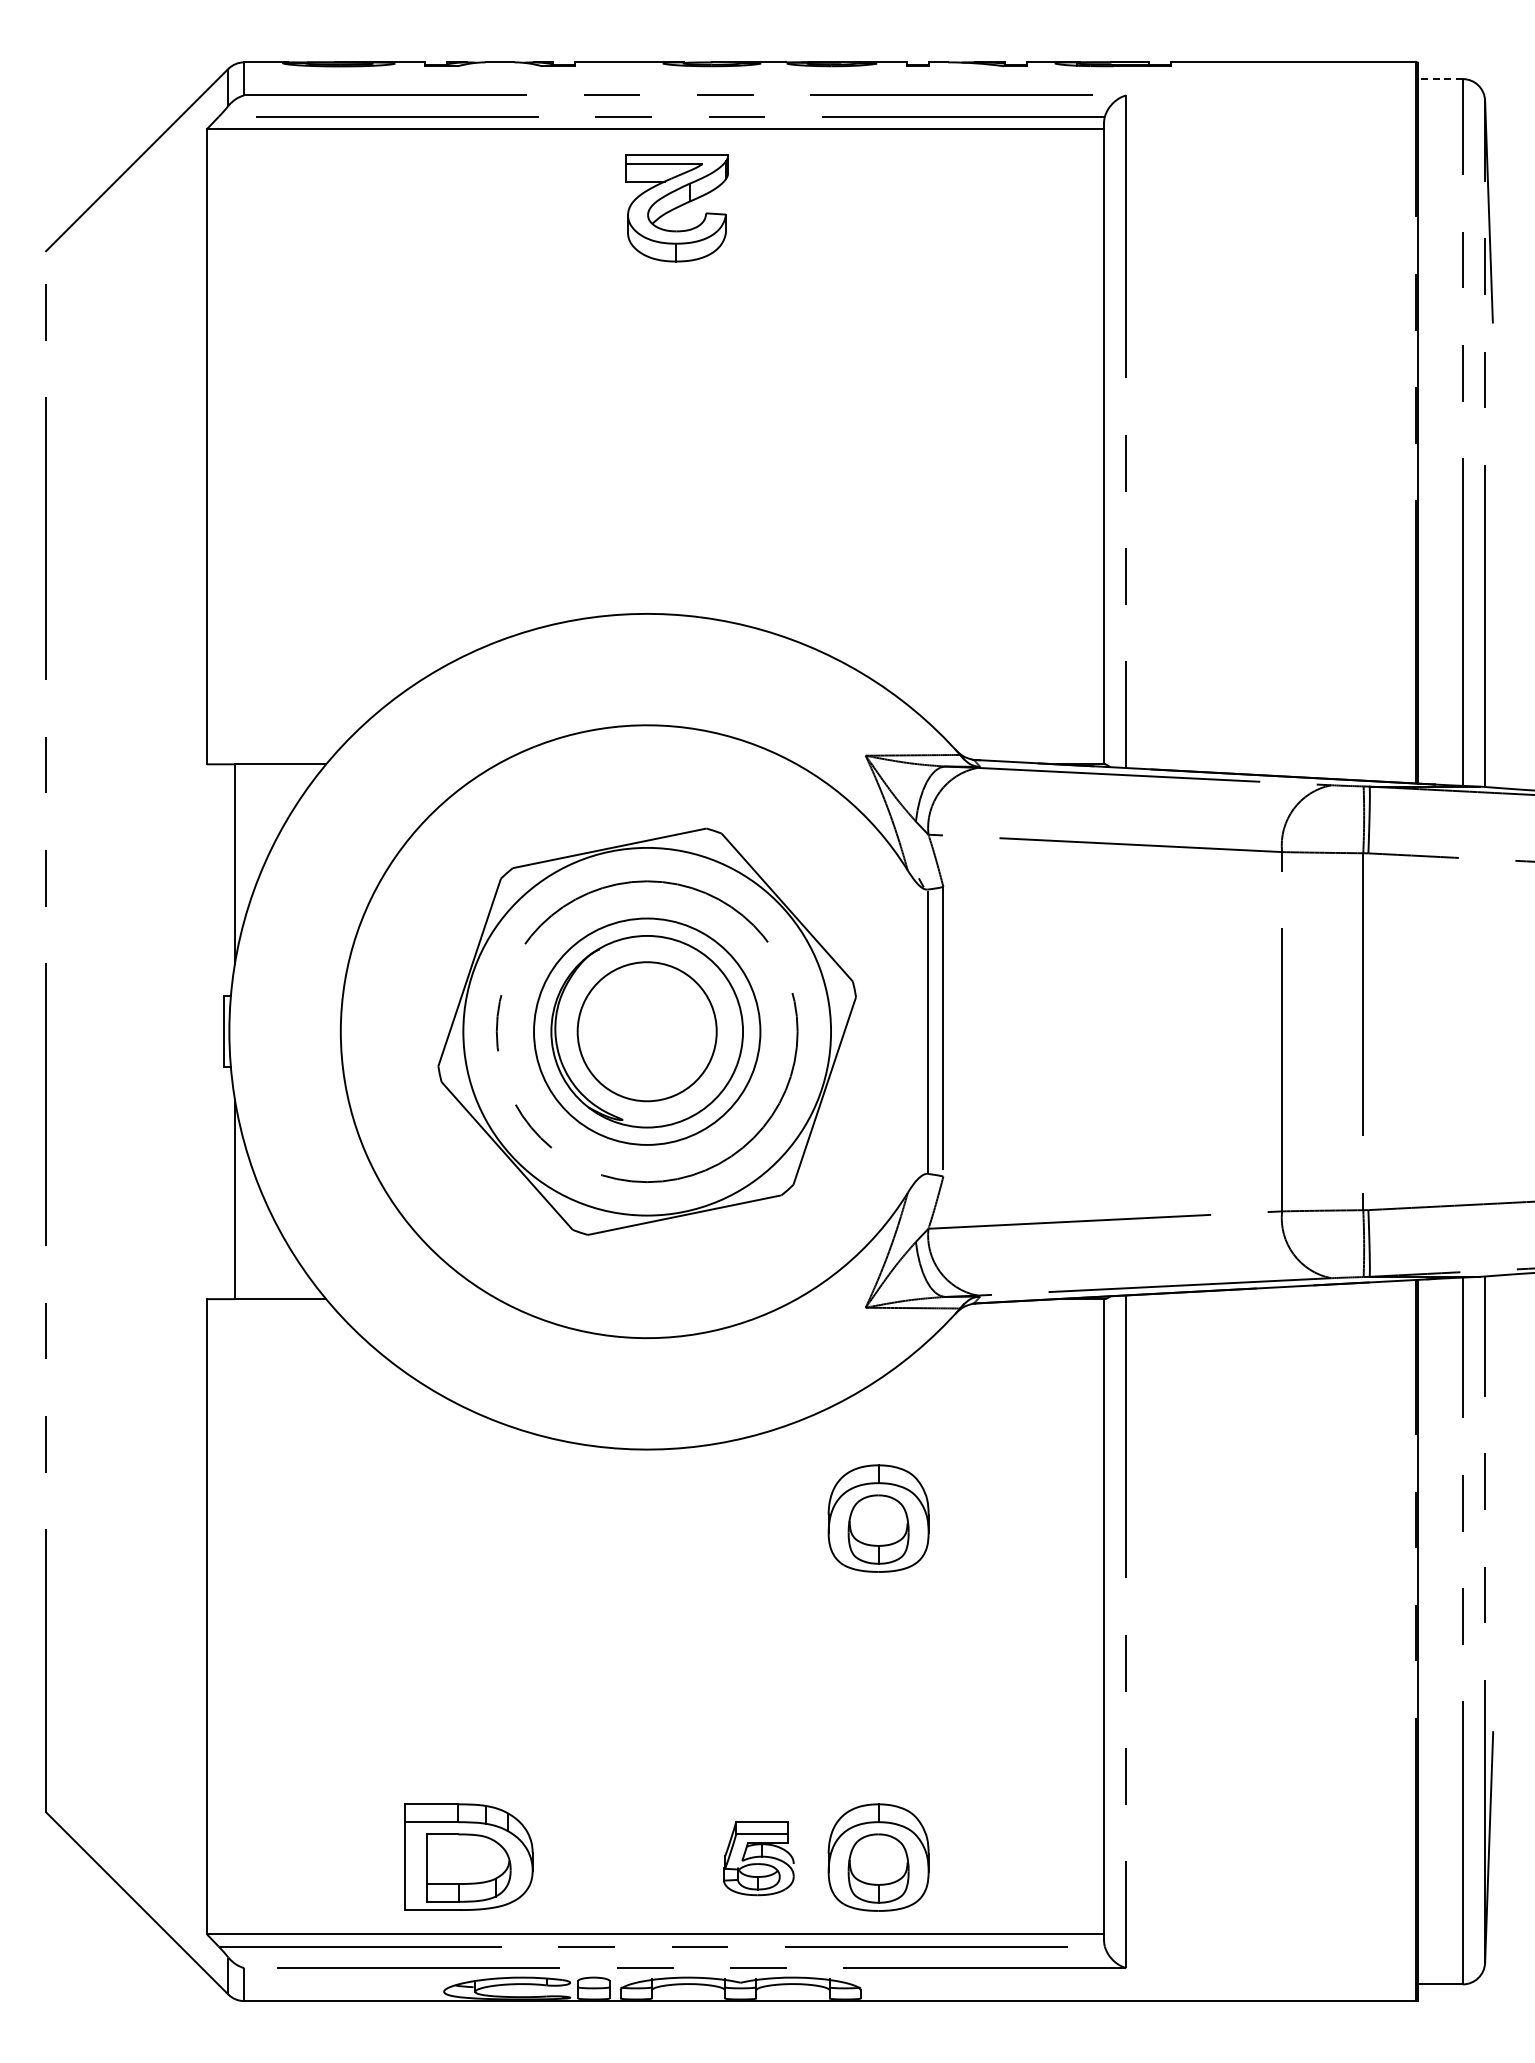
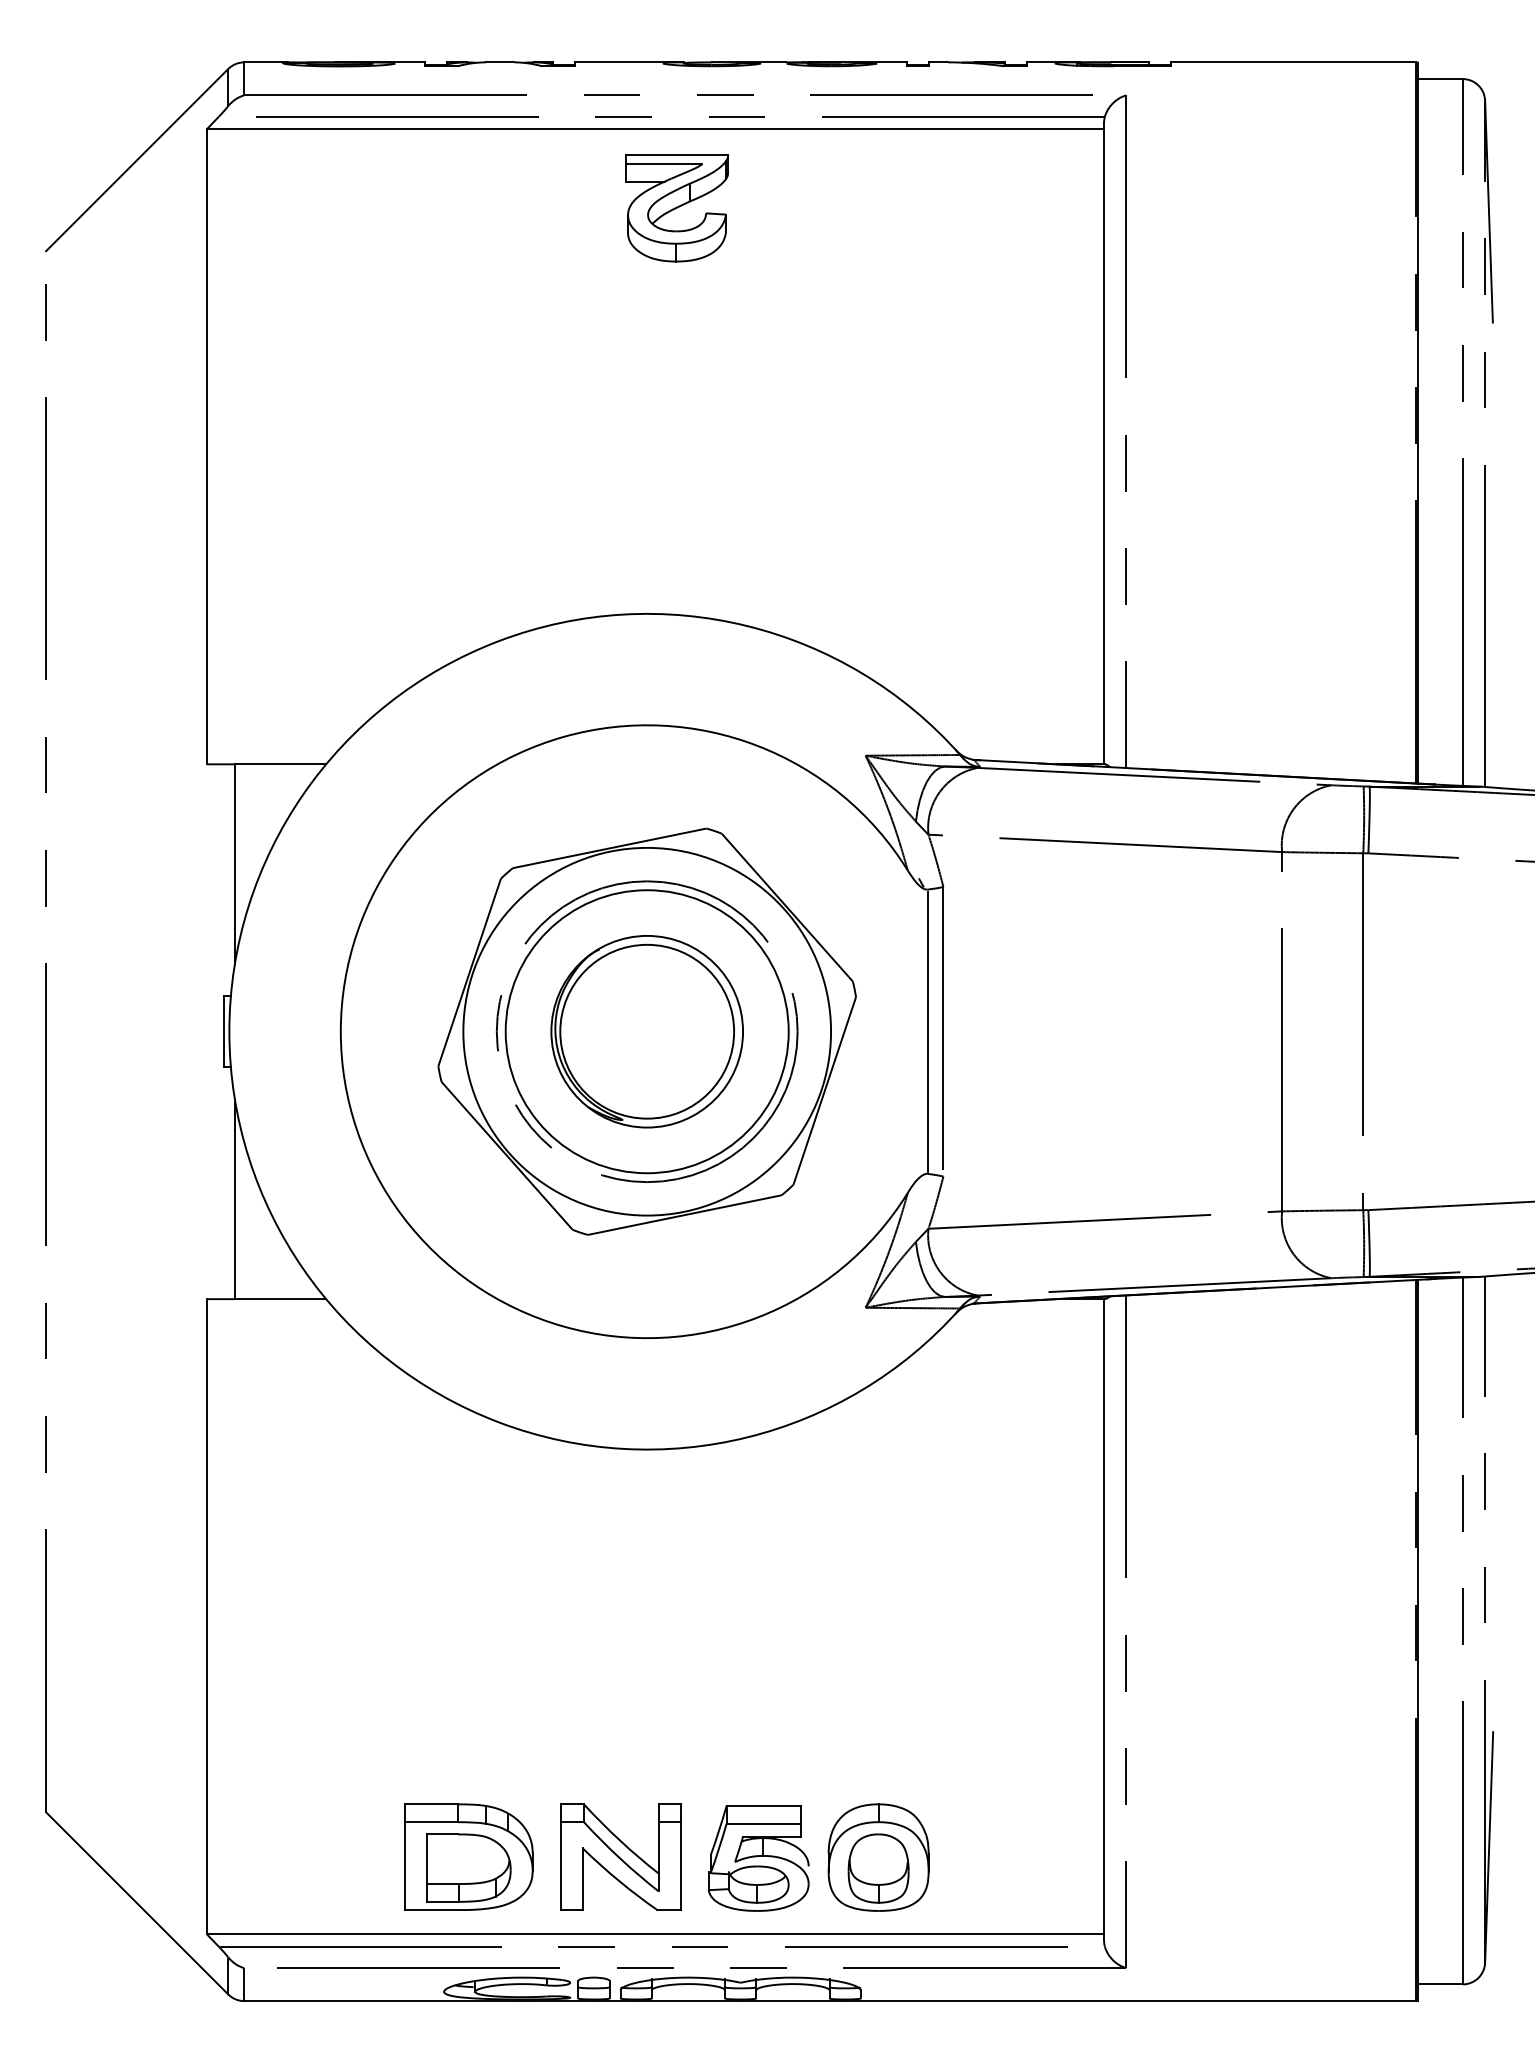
line at (1440, 79): dashed -> solid
circle at (646, 1031) diameter: 139 px -> 174 px
circle at (647, 1031) diameter: 226 px -> 283 px
part at (878, 1518): present -> none
part at (620, 1856): none -> present
part at (758, 1858) size: 72x76 px -> 102x107 px
